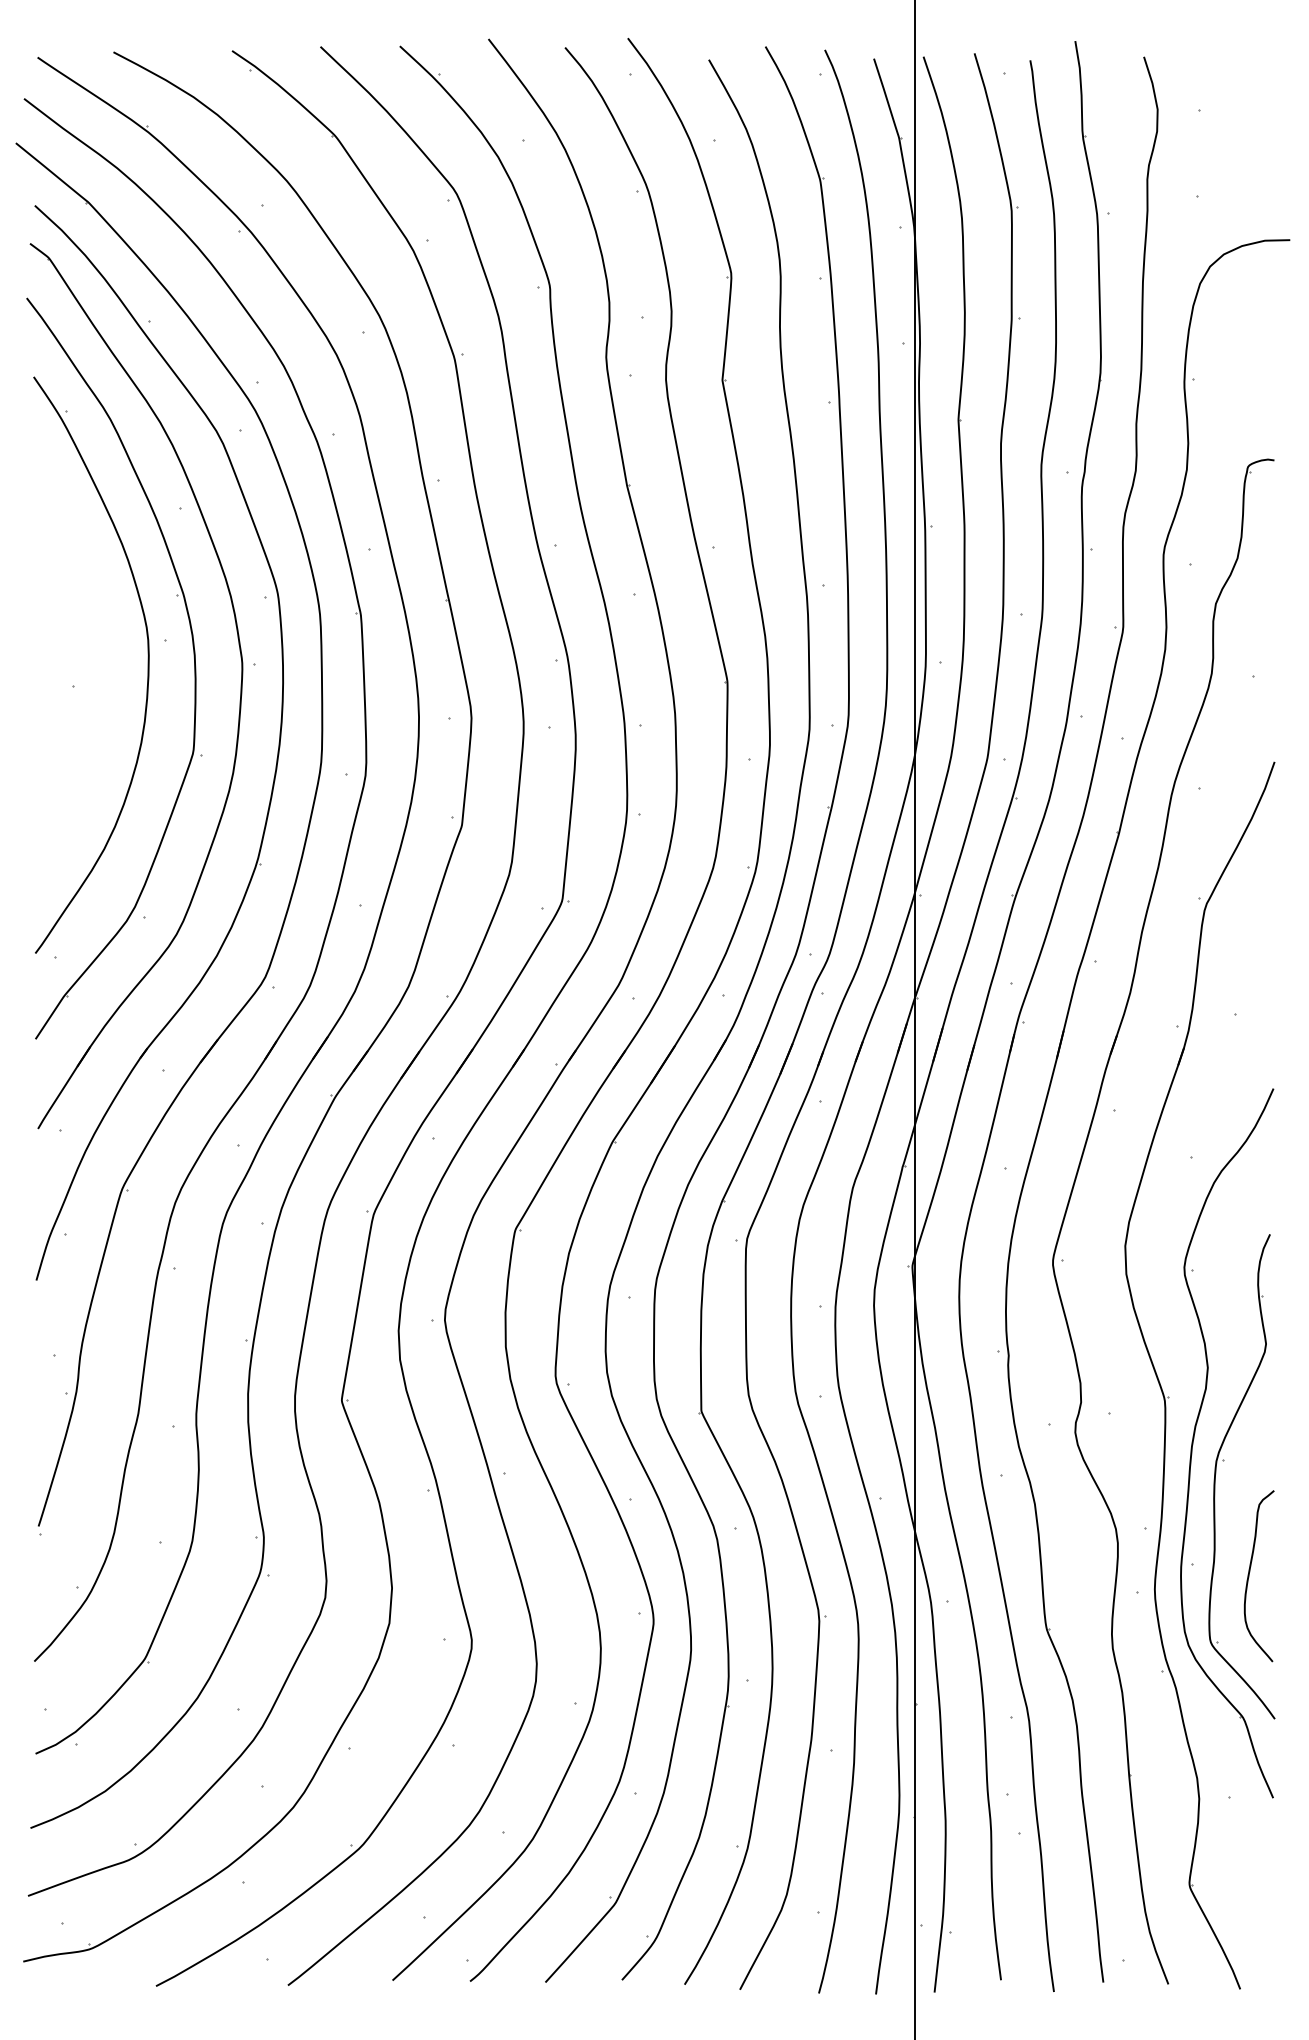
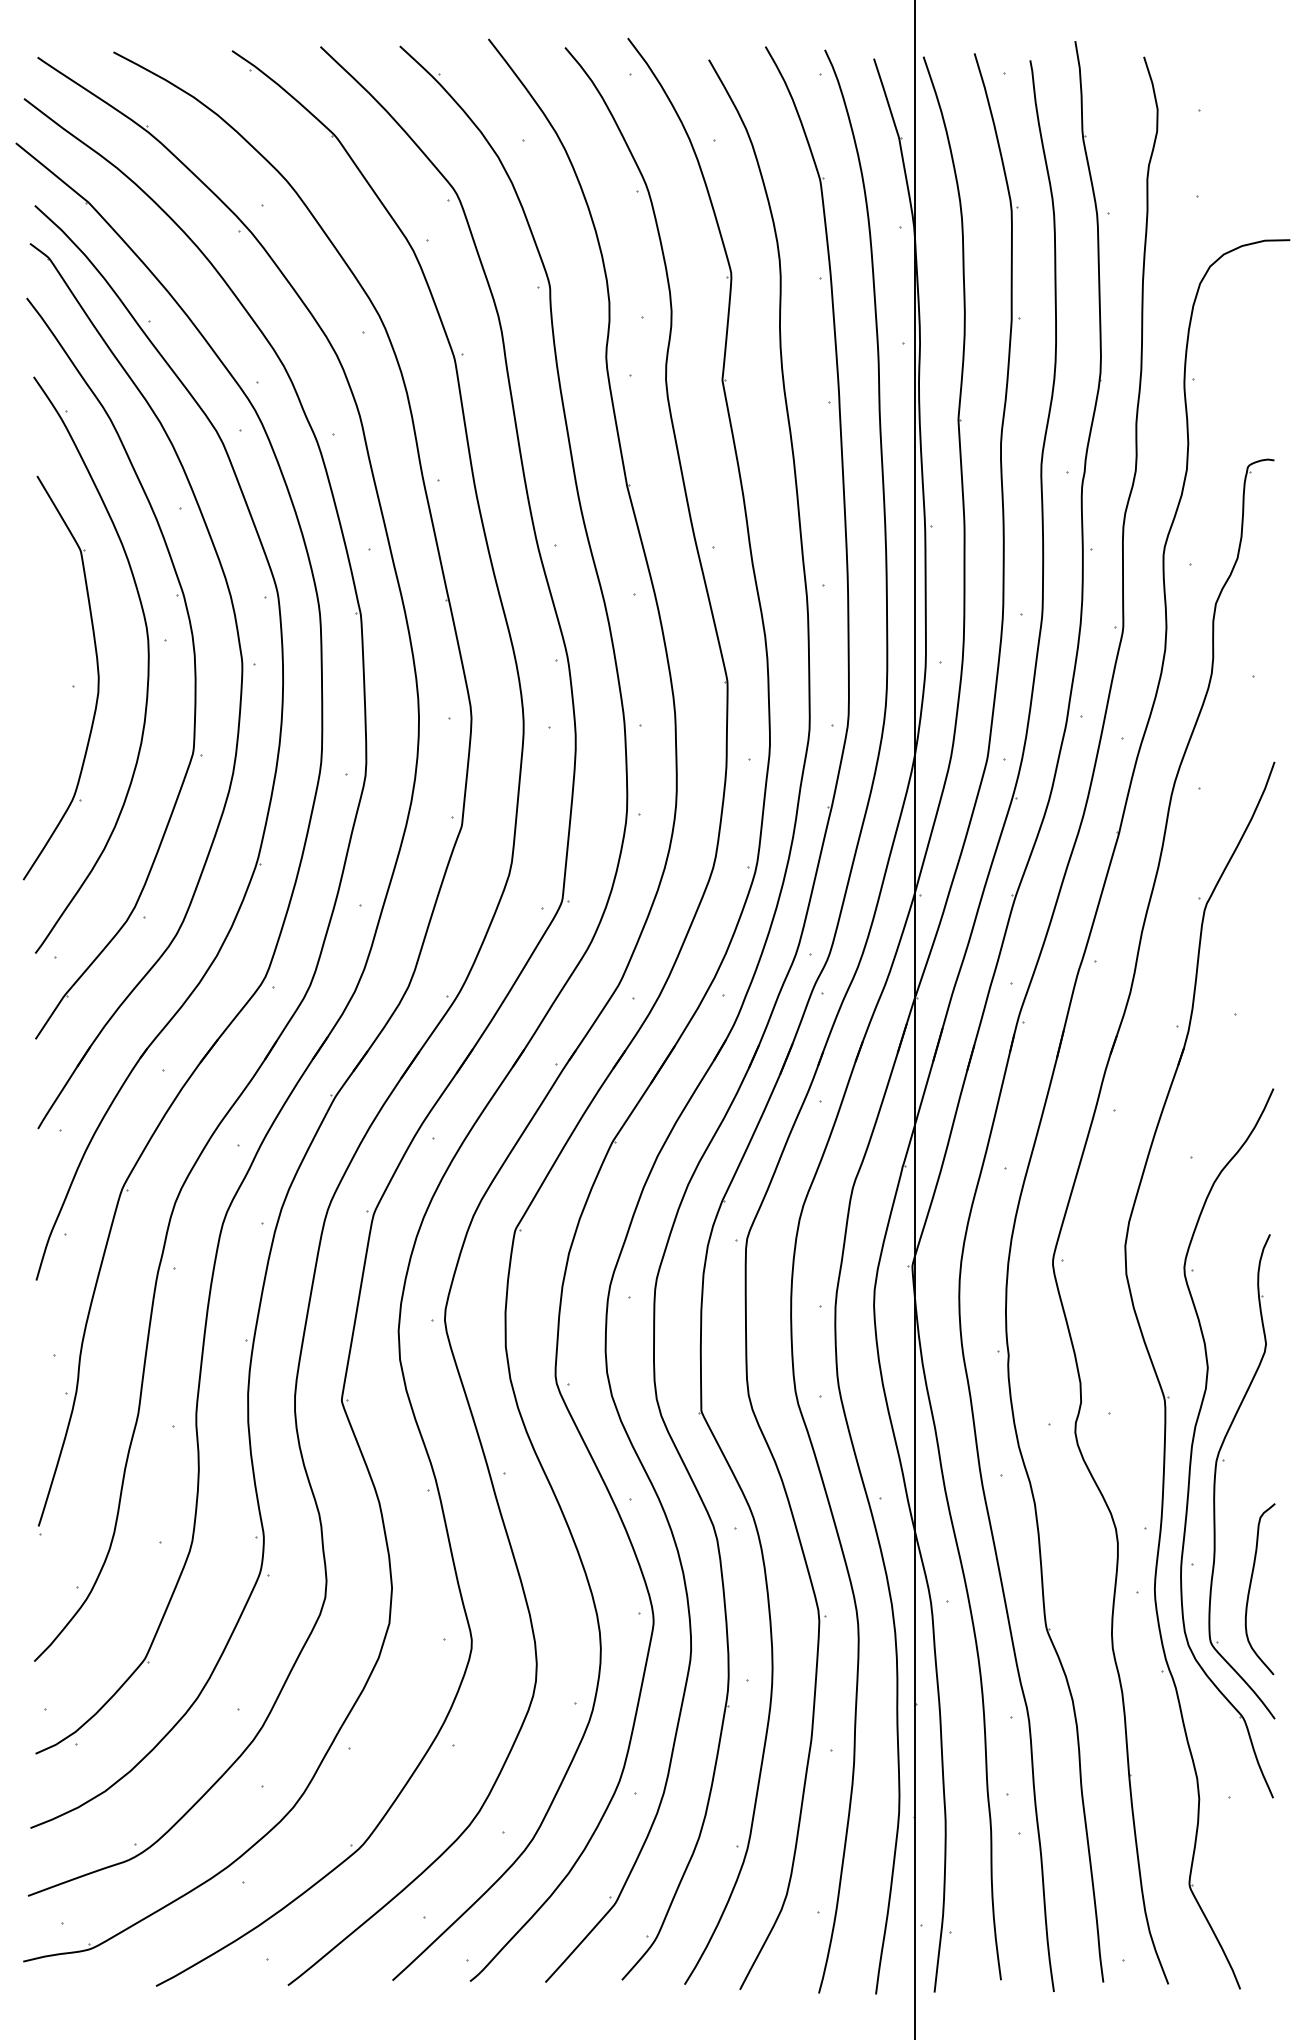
part at (97, 677): none -> present
curve at (1250, 1572) position: (1250, 1572) -> (1251, 1585)
